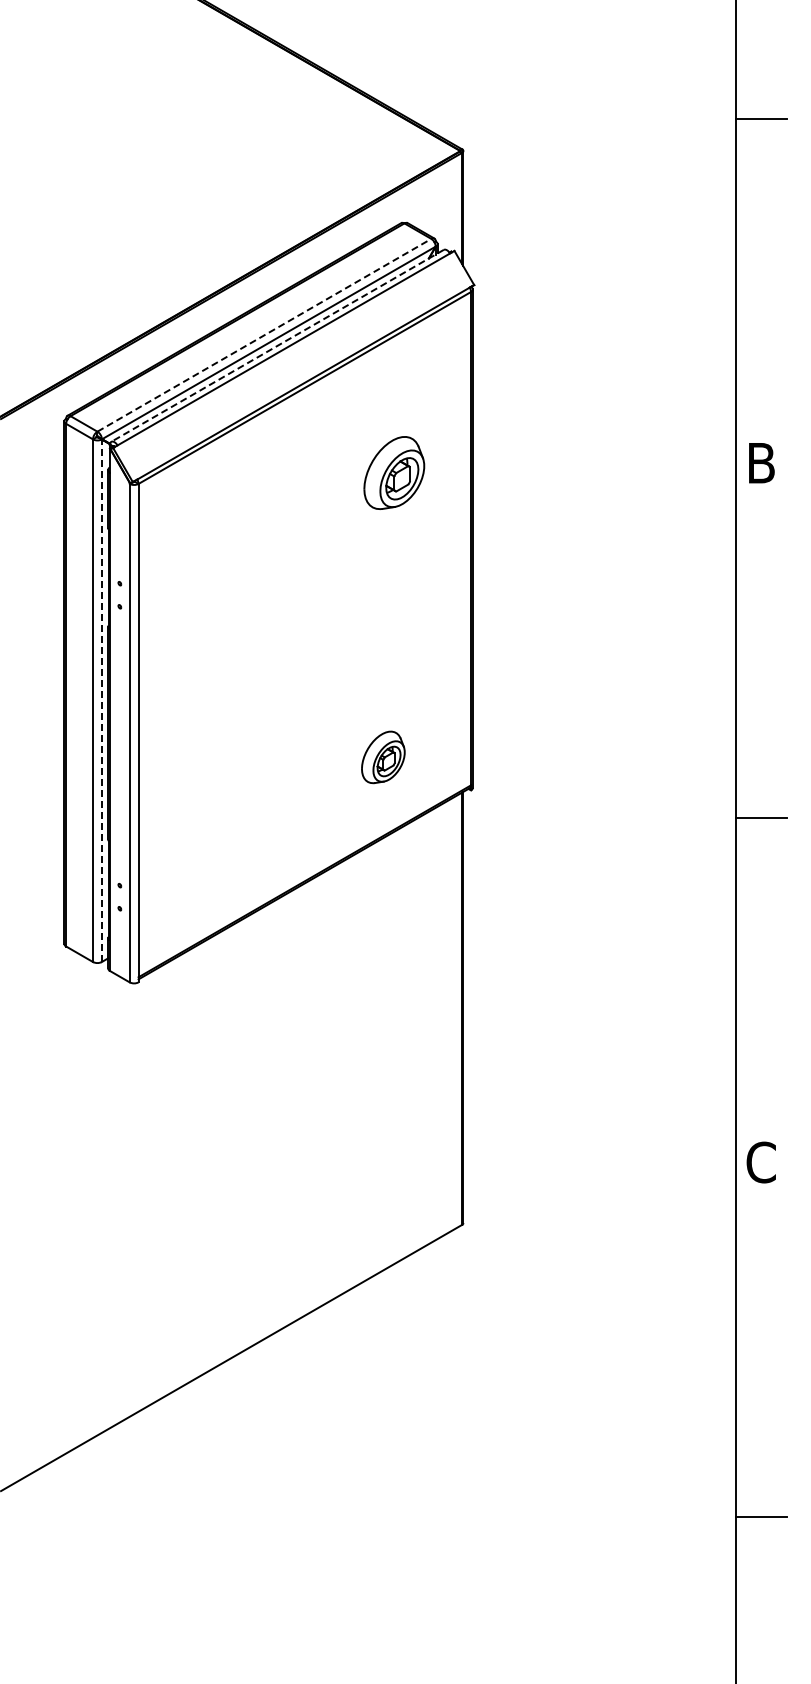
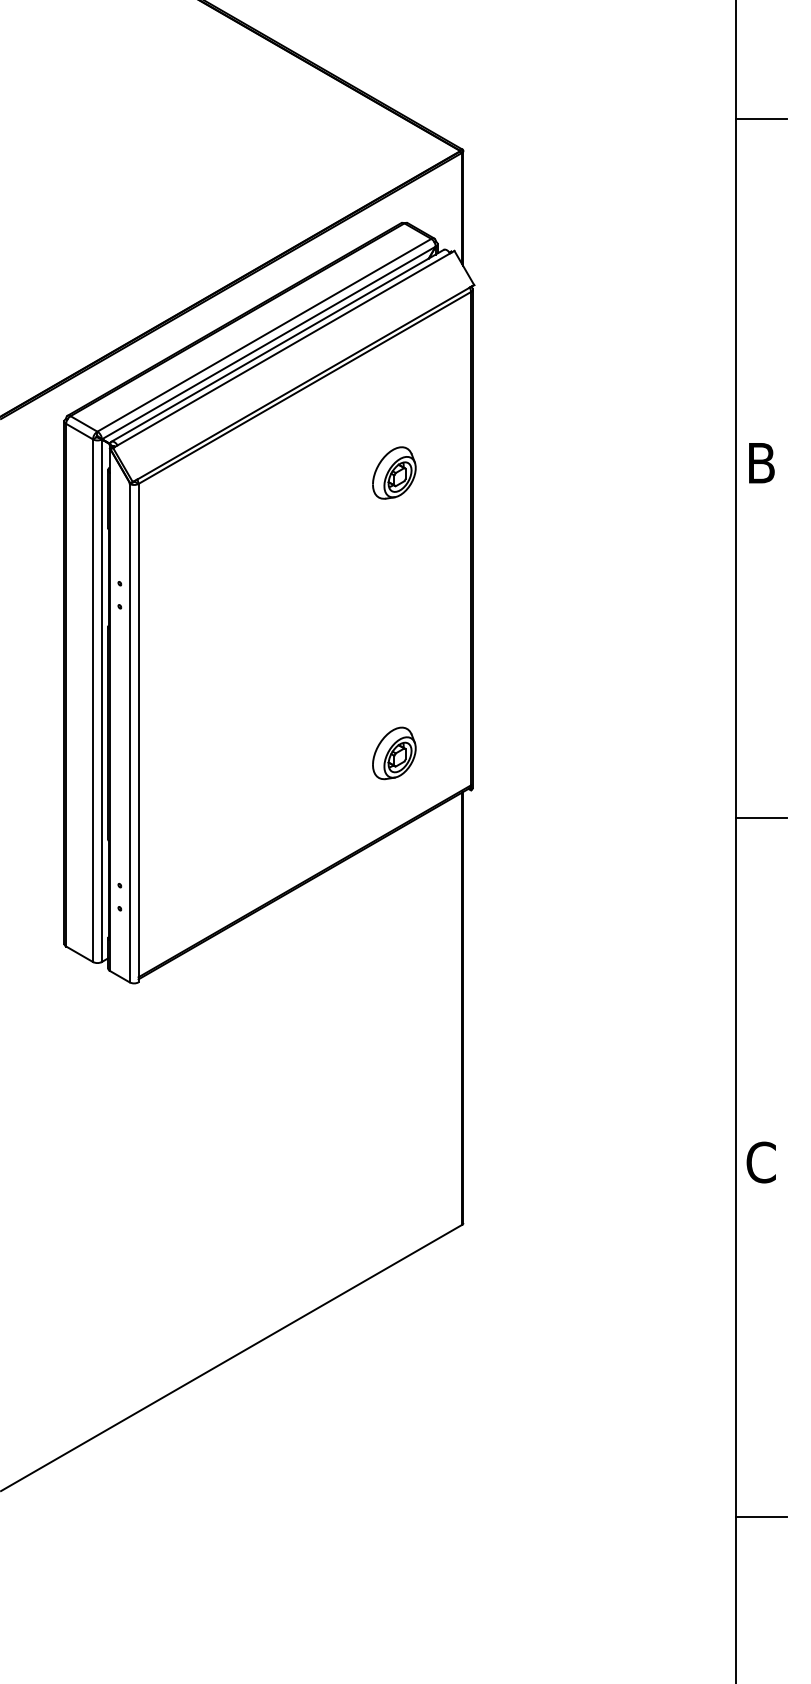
line at (264, 335): dashed -> solid
line at (277, 345): dashed -> solid
part at (394, 472) size: 63x74 px -> 45x54 px
line at (101, 700): dashed -> solid
part at (383, 757) position: (383, 757) -> (394, 753)
